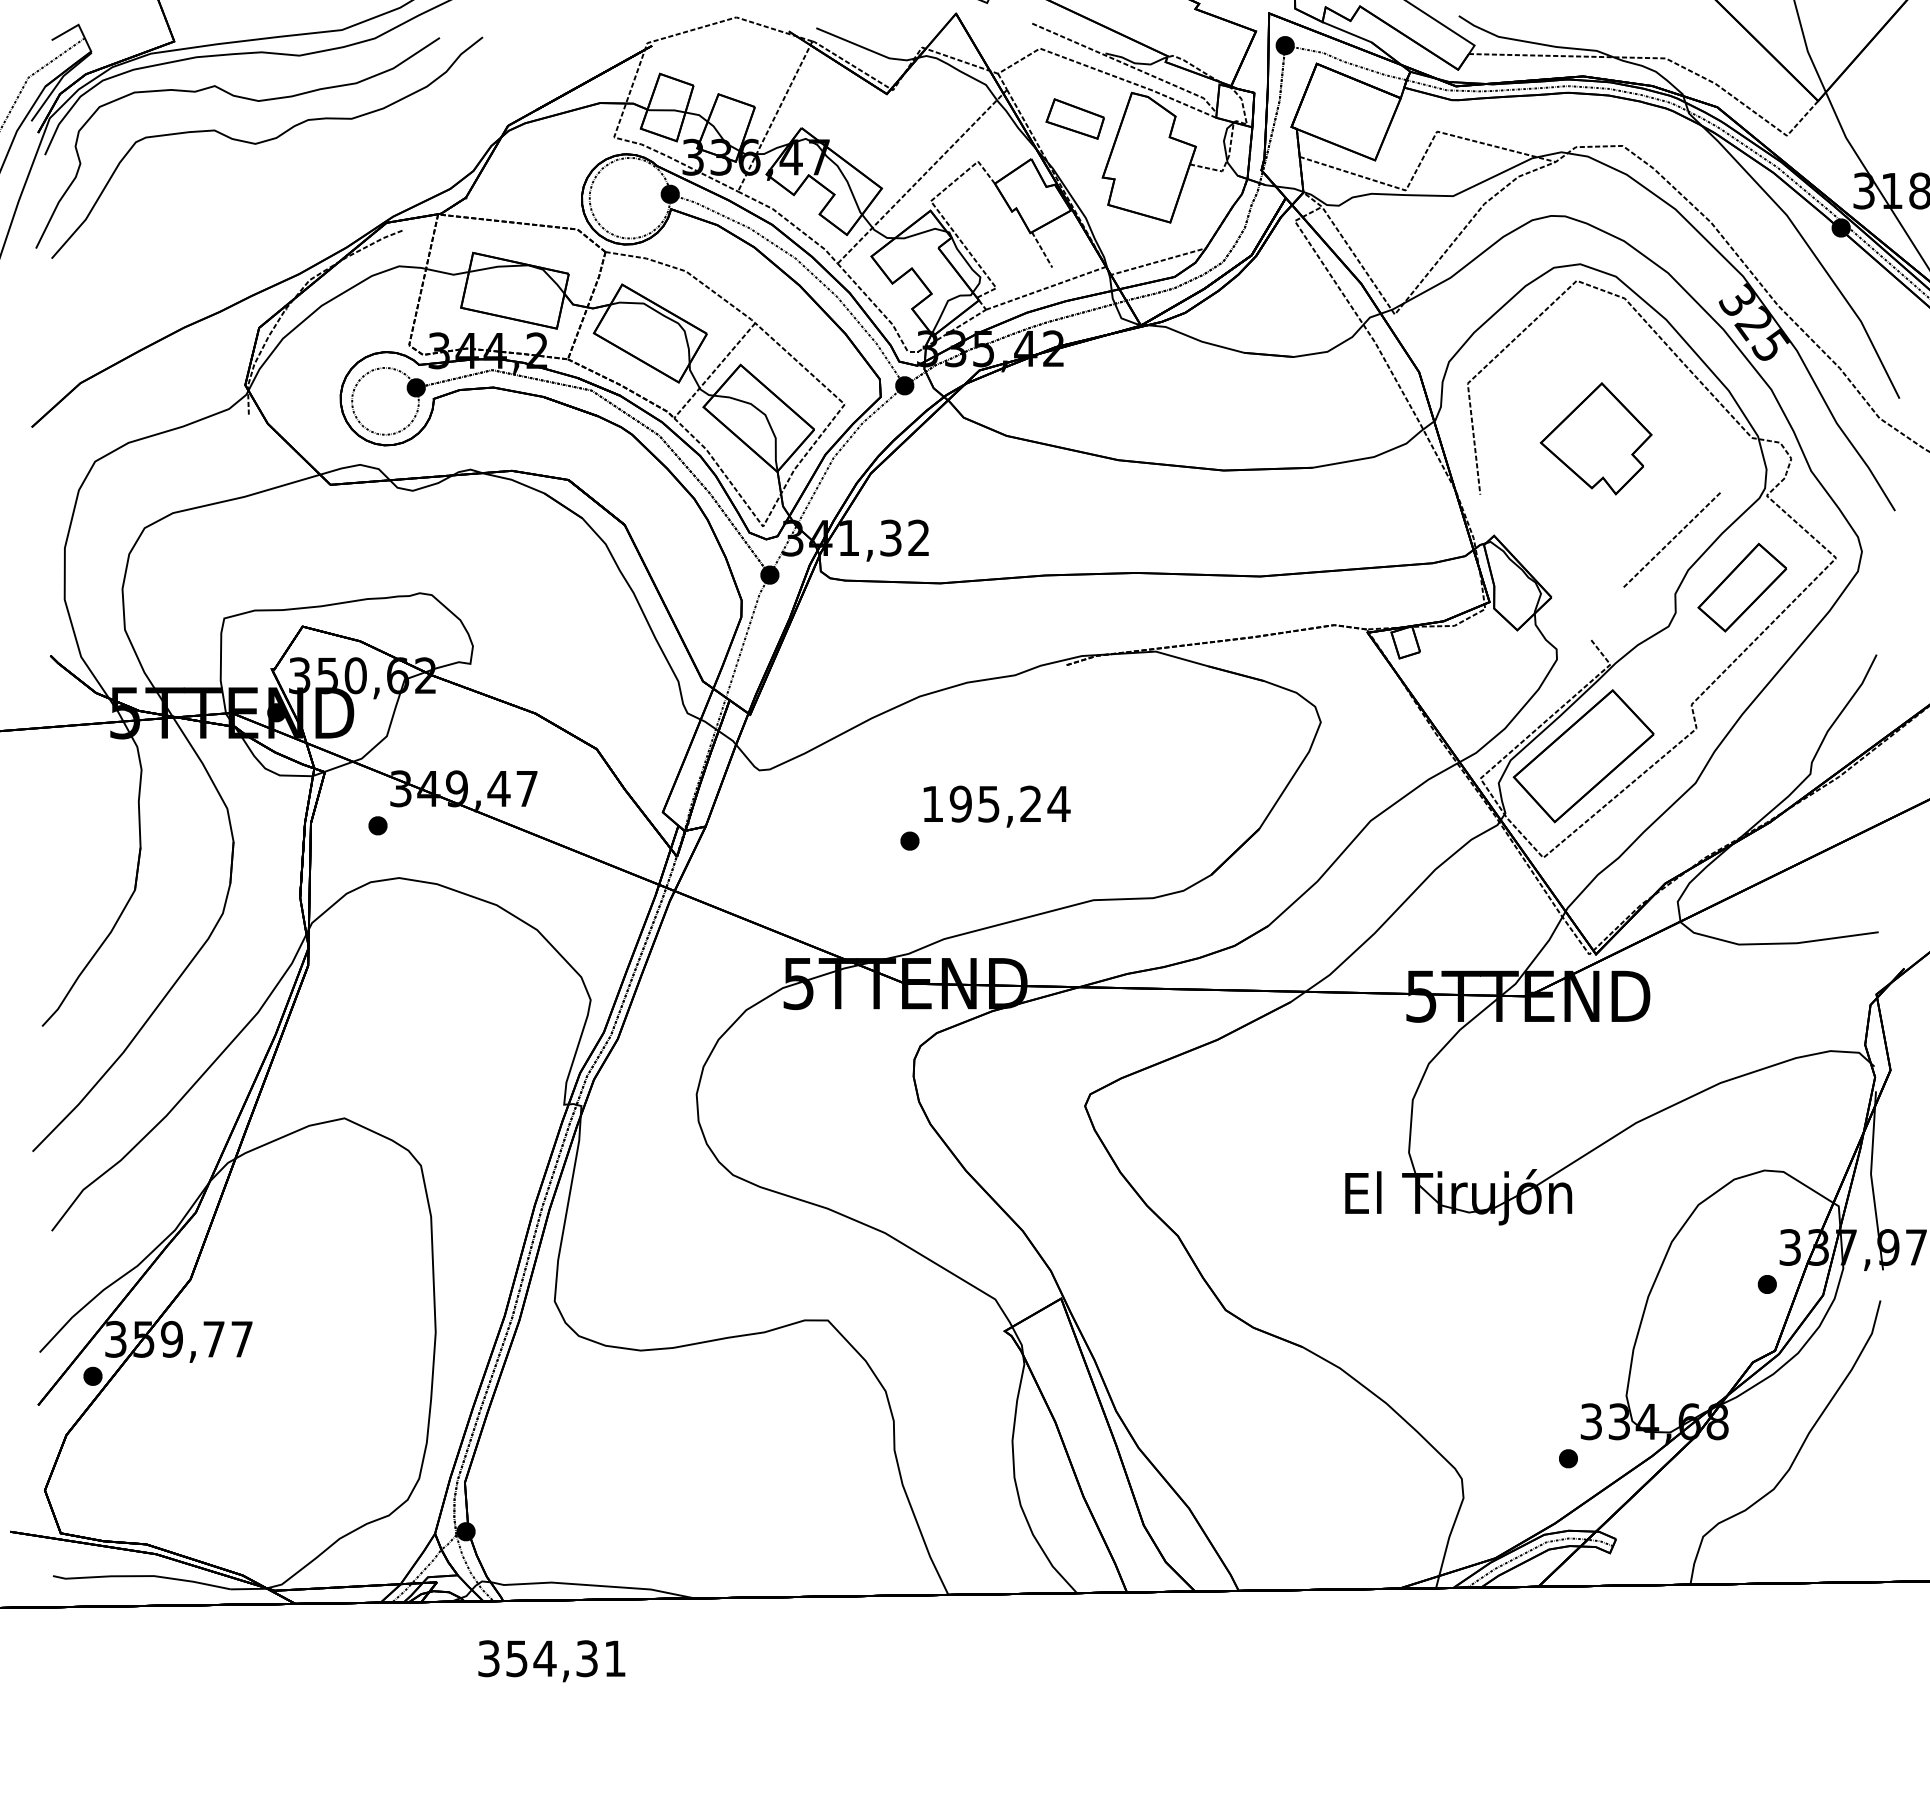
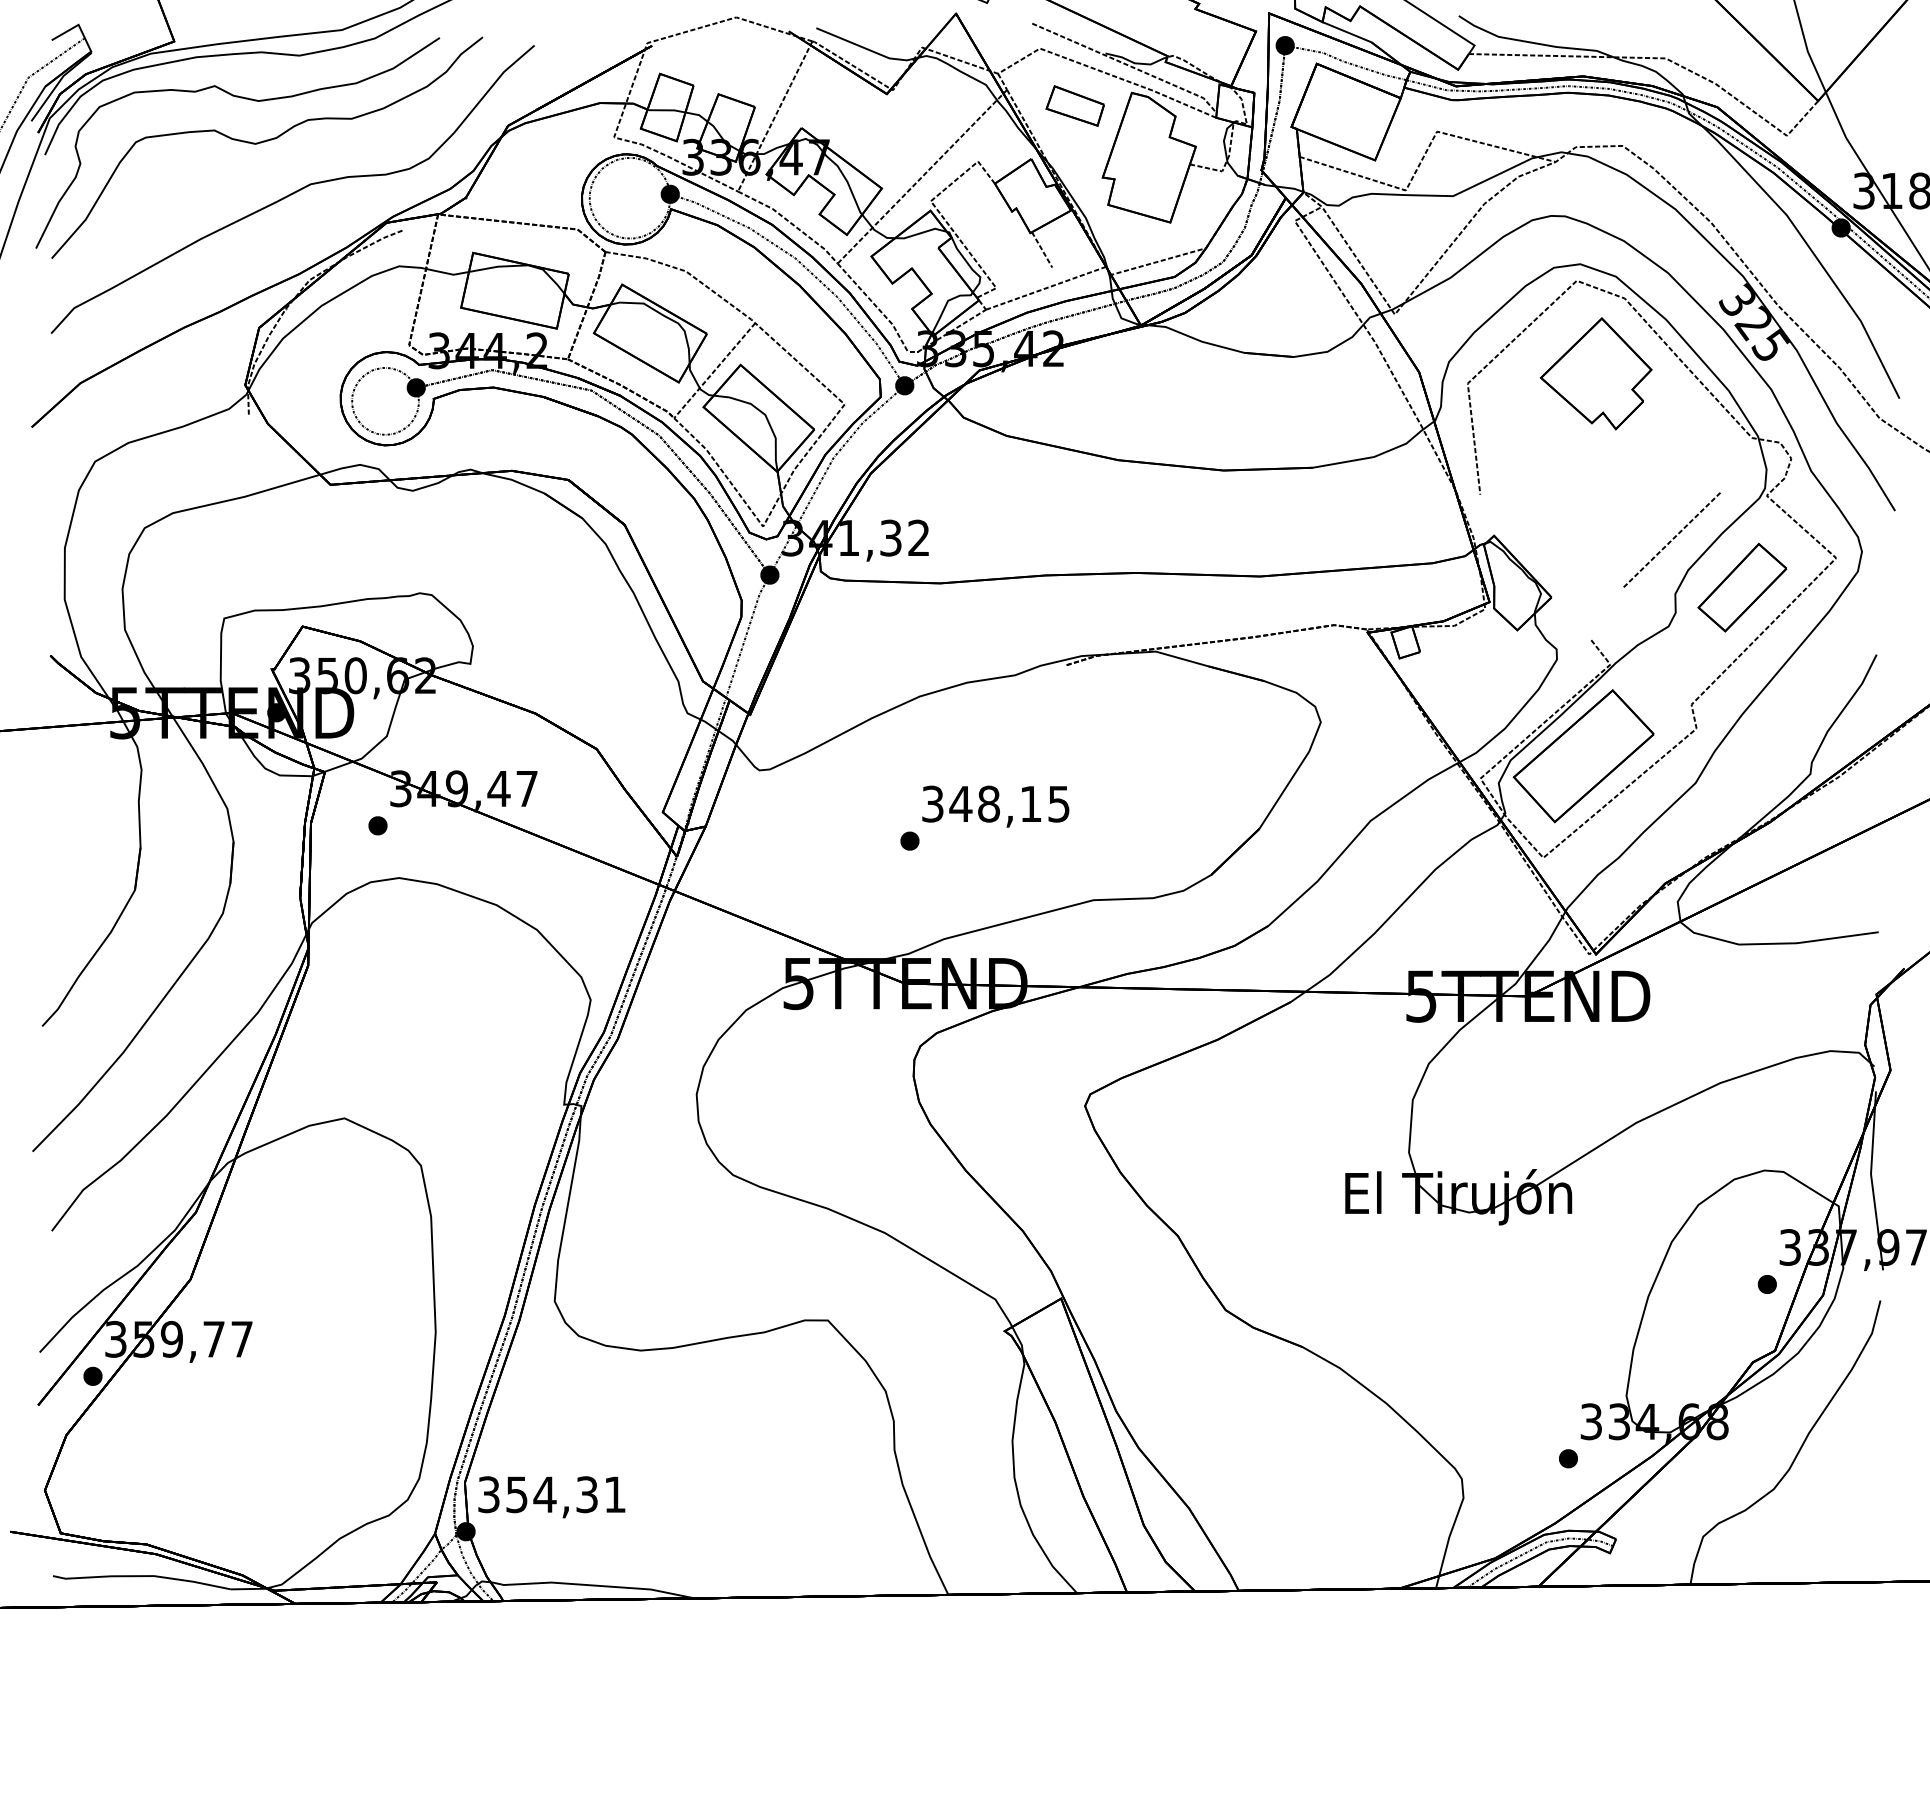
part at (1074, 118) position: (1074, 118) -> (1074, 105)
part at (292, 189): none -> present
part at (1595, 438) position: (1595, 438) -> (1595, 373)
text at (996, 803): 195,24 -> 348,15
text at (551, 1661) position: (551, 1661) -> (551, 1497)
